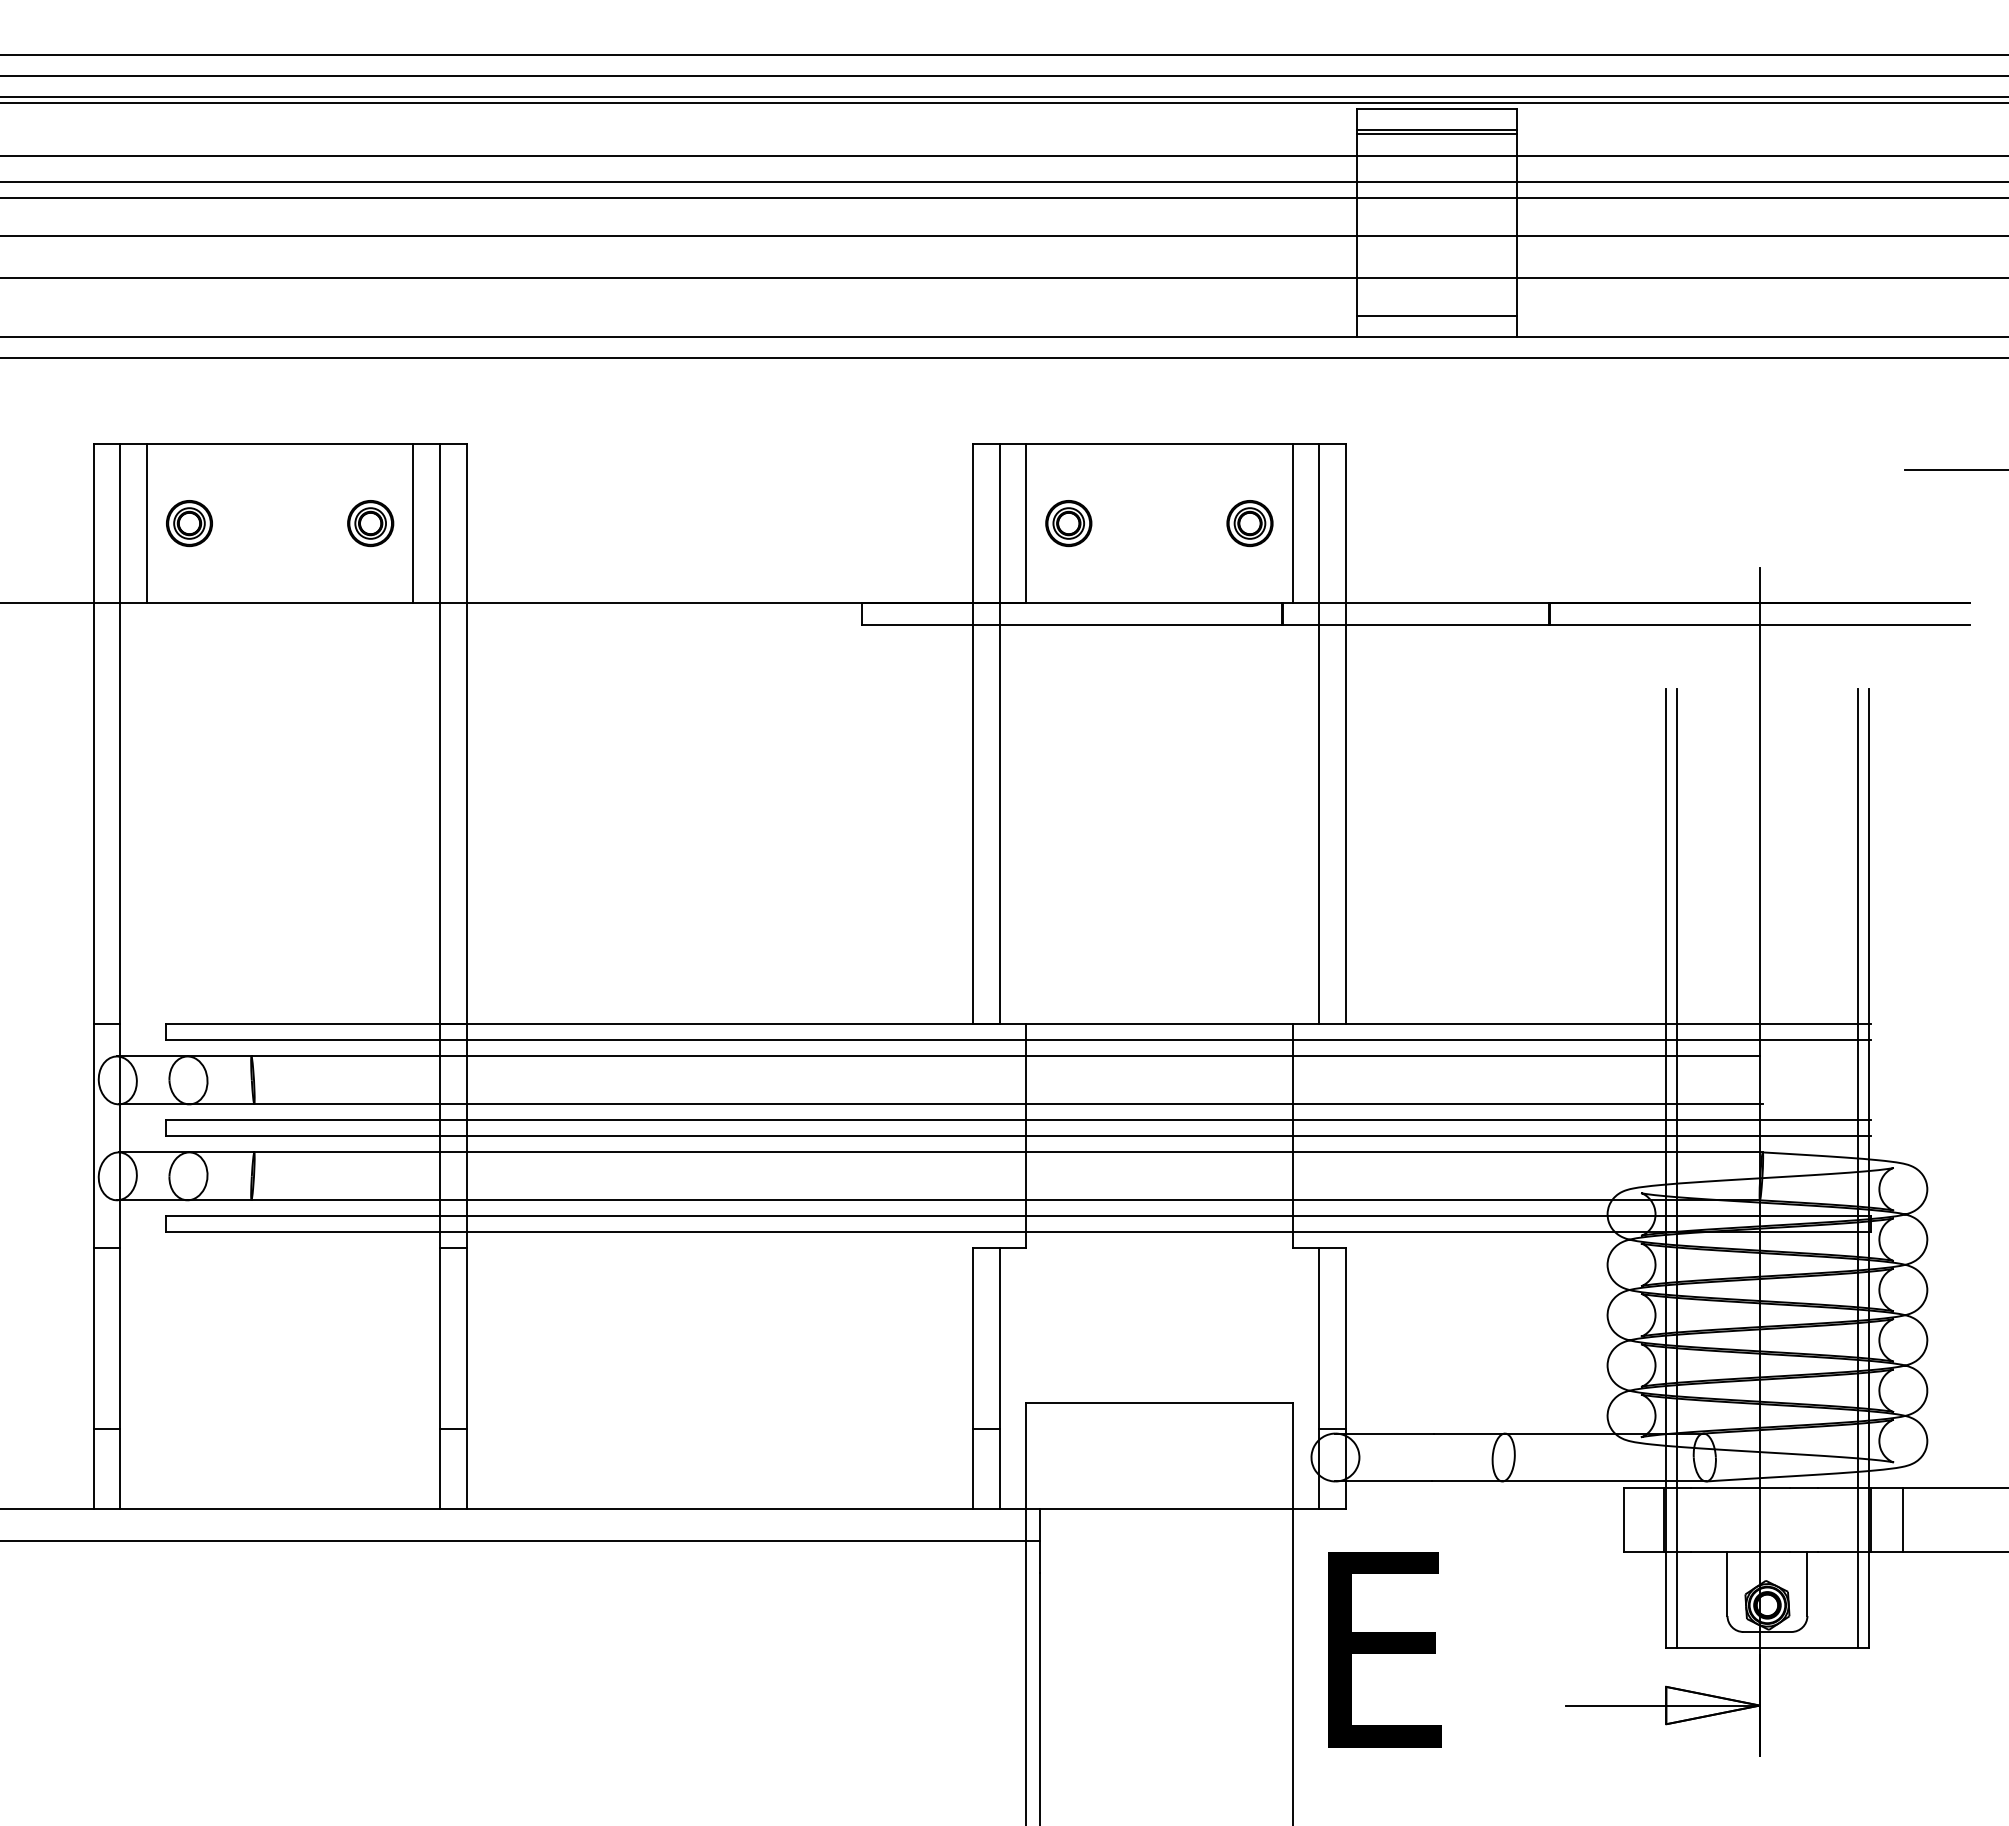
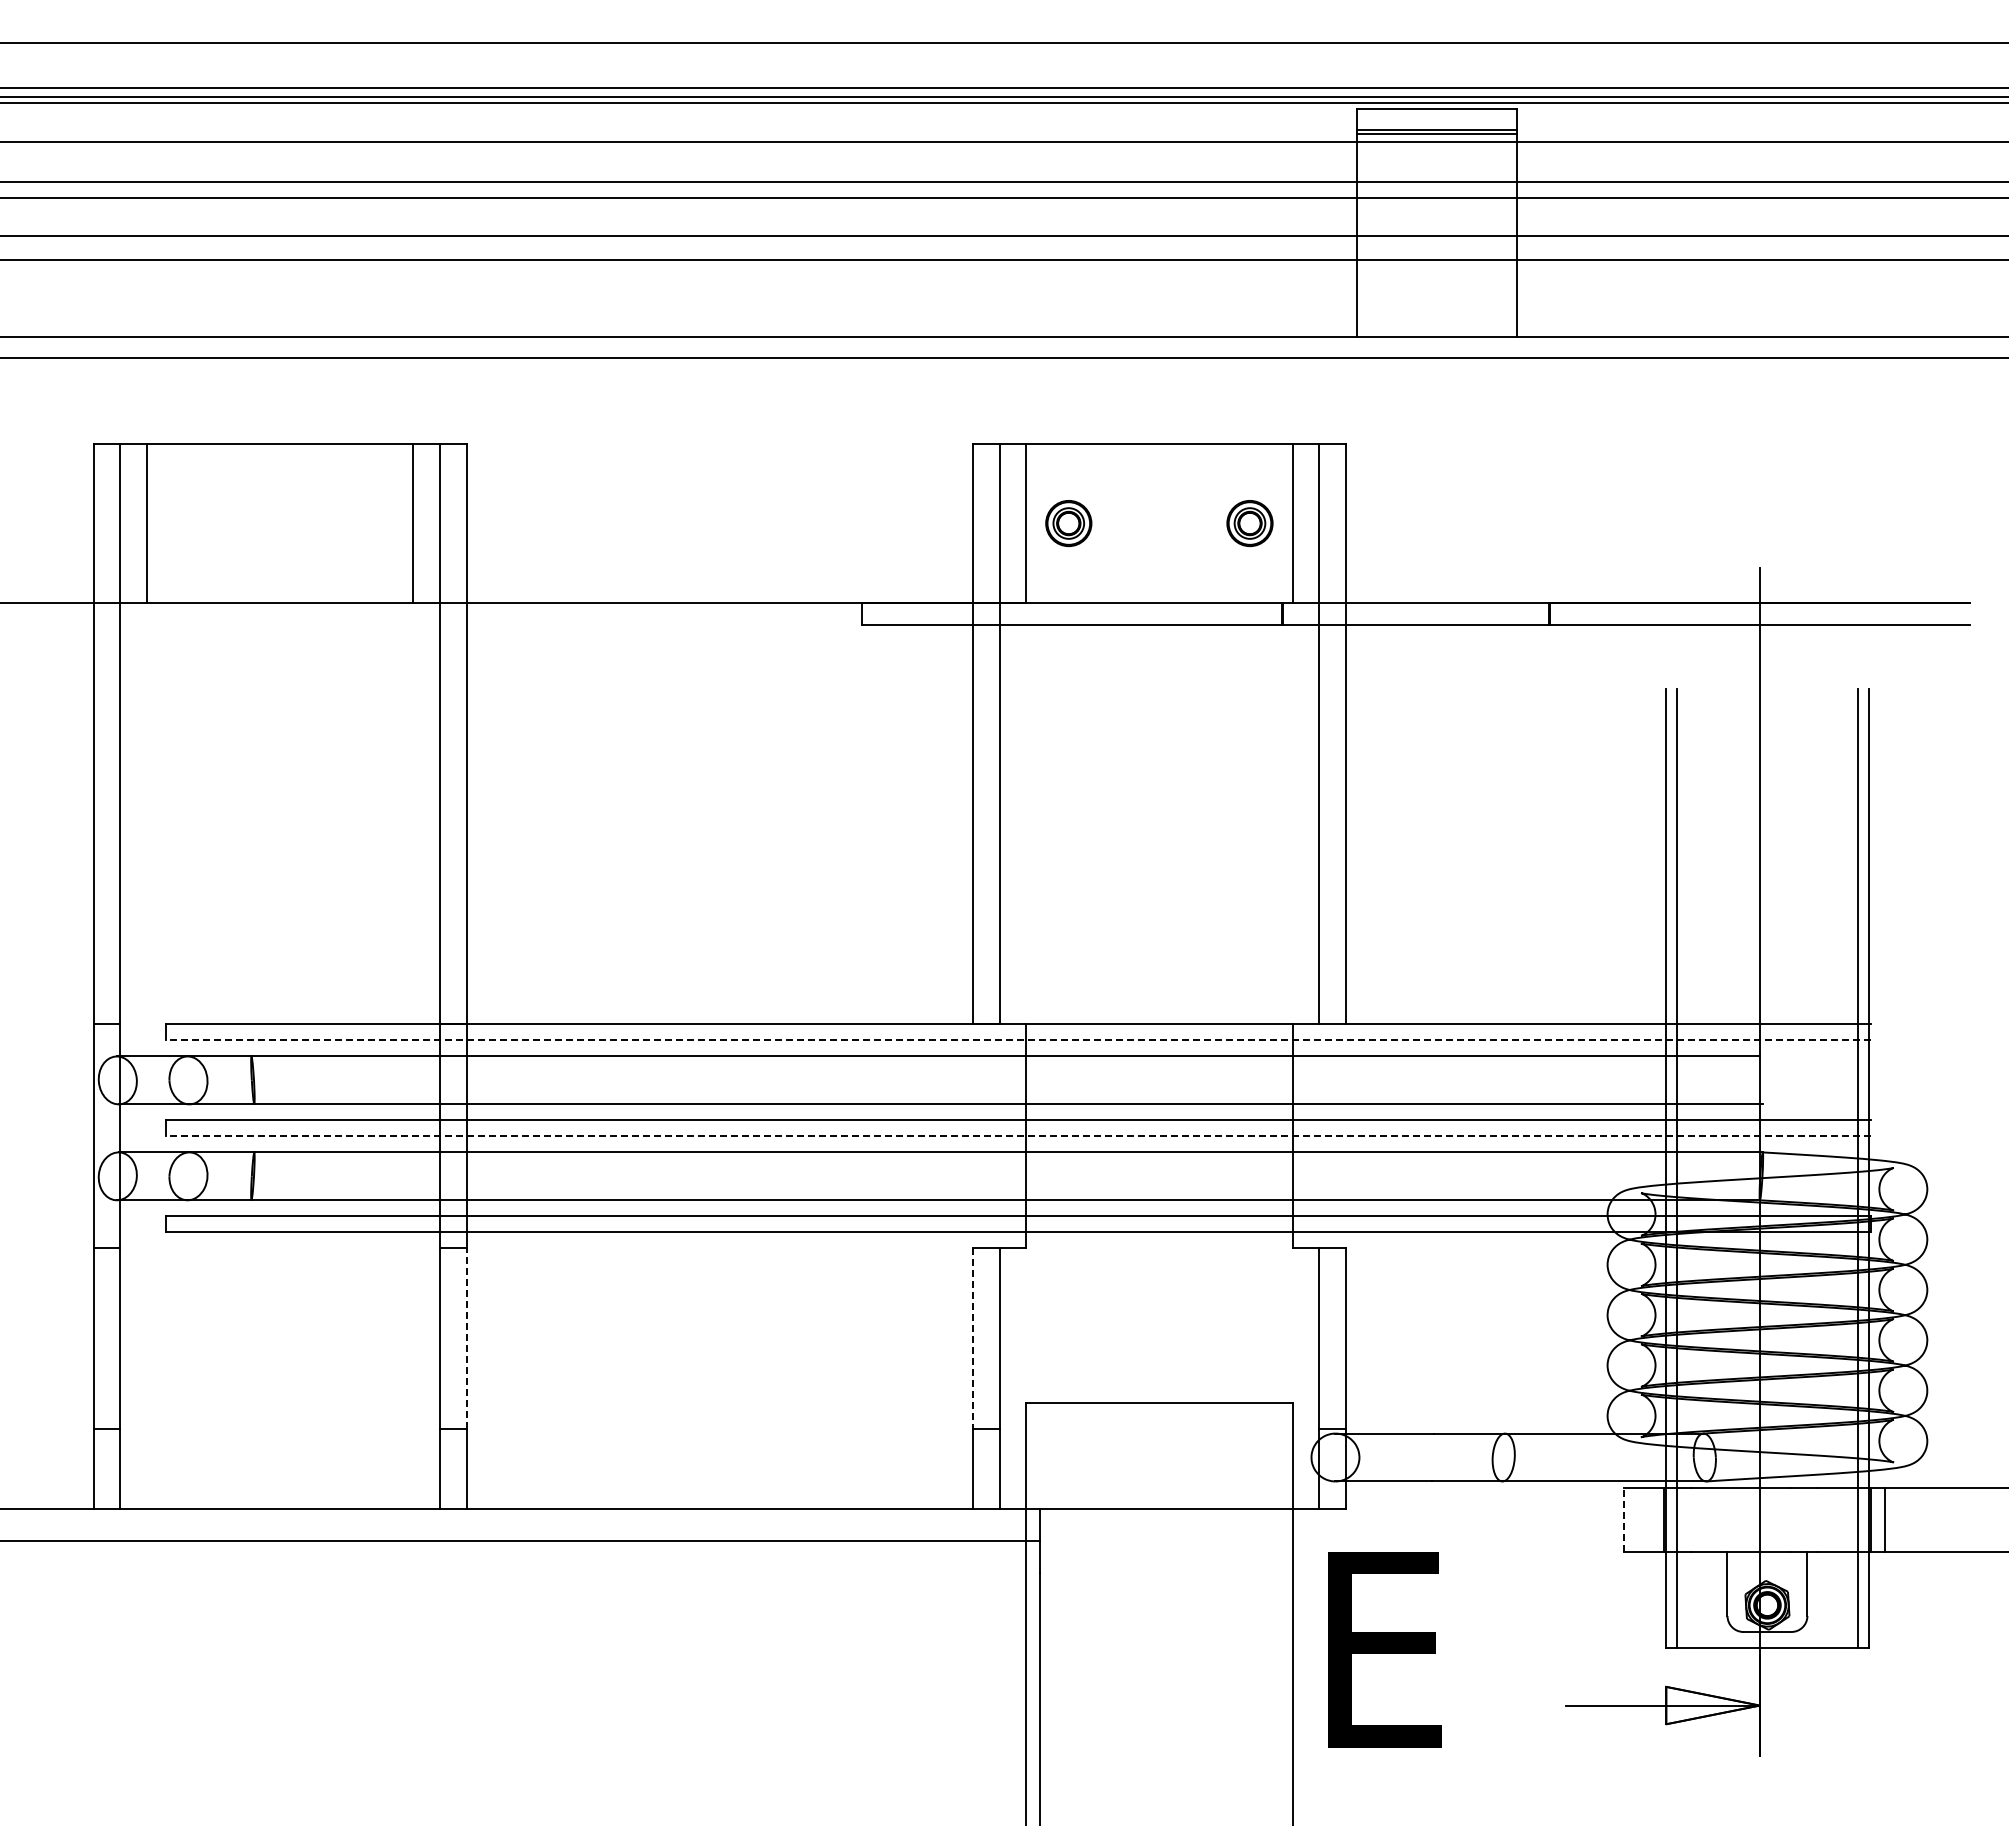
line at (1003, 54) position: (1003, 54) -> (1003, 42)
line at (1003, 75) position: (1003, 75) -> (1003, 87)
line at (1003, 155) position: (1003, 155) -> (1003, 141)
line at (1003, 278) position: (1003, 278) -> (1003, 260)
line at (1436, 316): present -> none
line at (1955, 470): present -> none
part at (189, 523): present -> none
part at (370, 523): present -> none
line at (1018, 1040): solid -> dashed
line at (1018, 1136): solid -> dashed
line at (466, 1338): solid -> dashed
line at (972, 1338): solid -> dashed
line at (1623, 1520): solid -> dashed
line at (1903, 1520) position: (1903, 1520) -> (1885, 1520)
